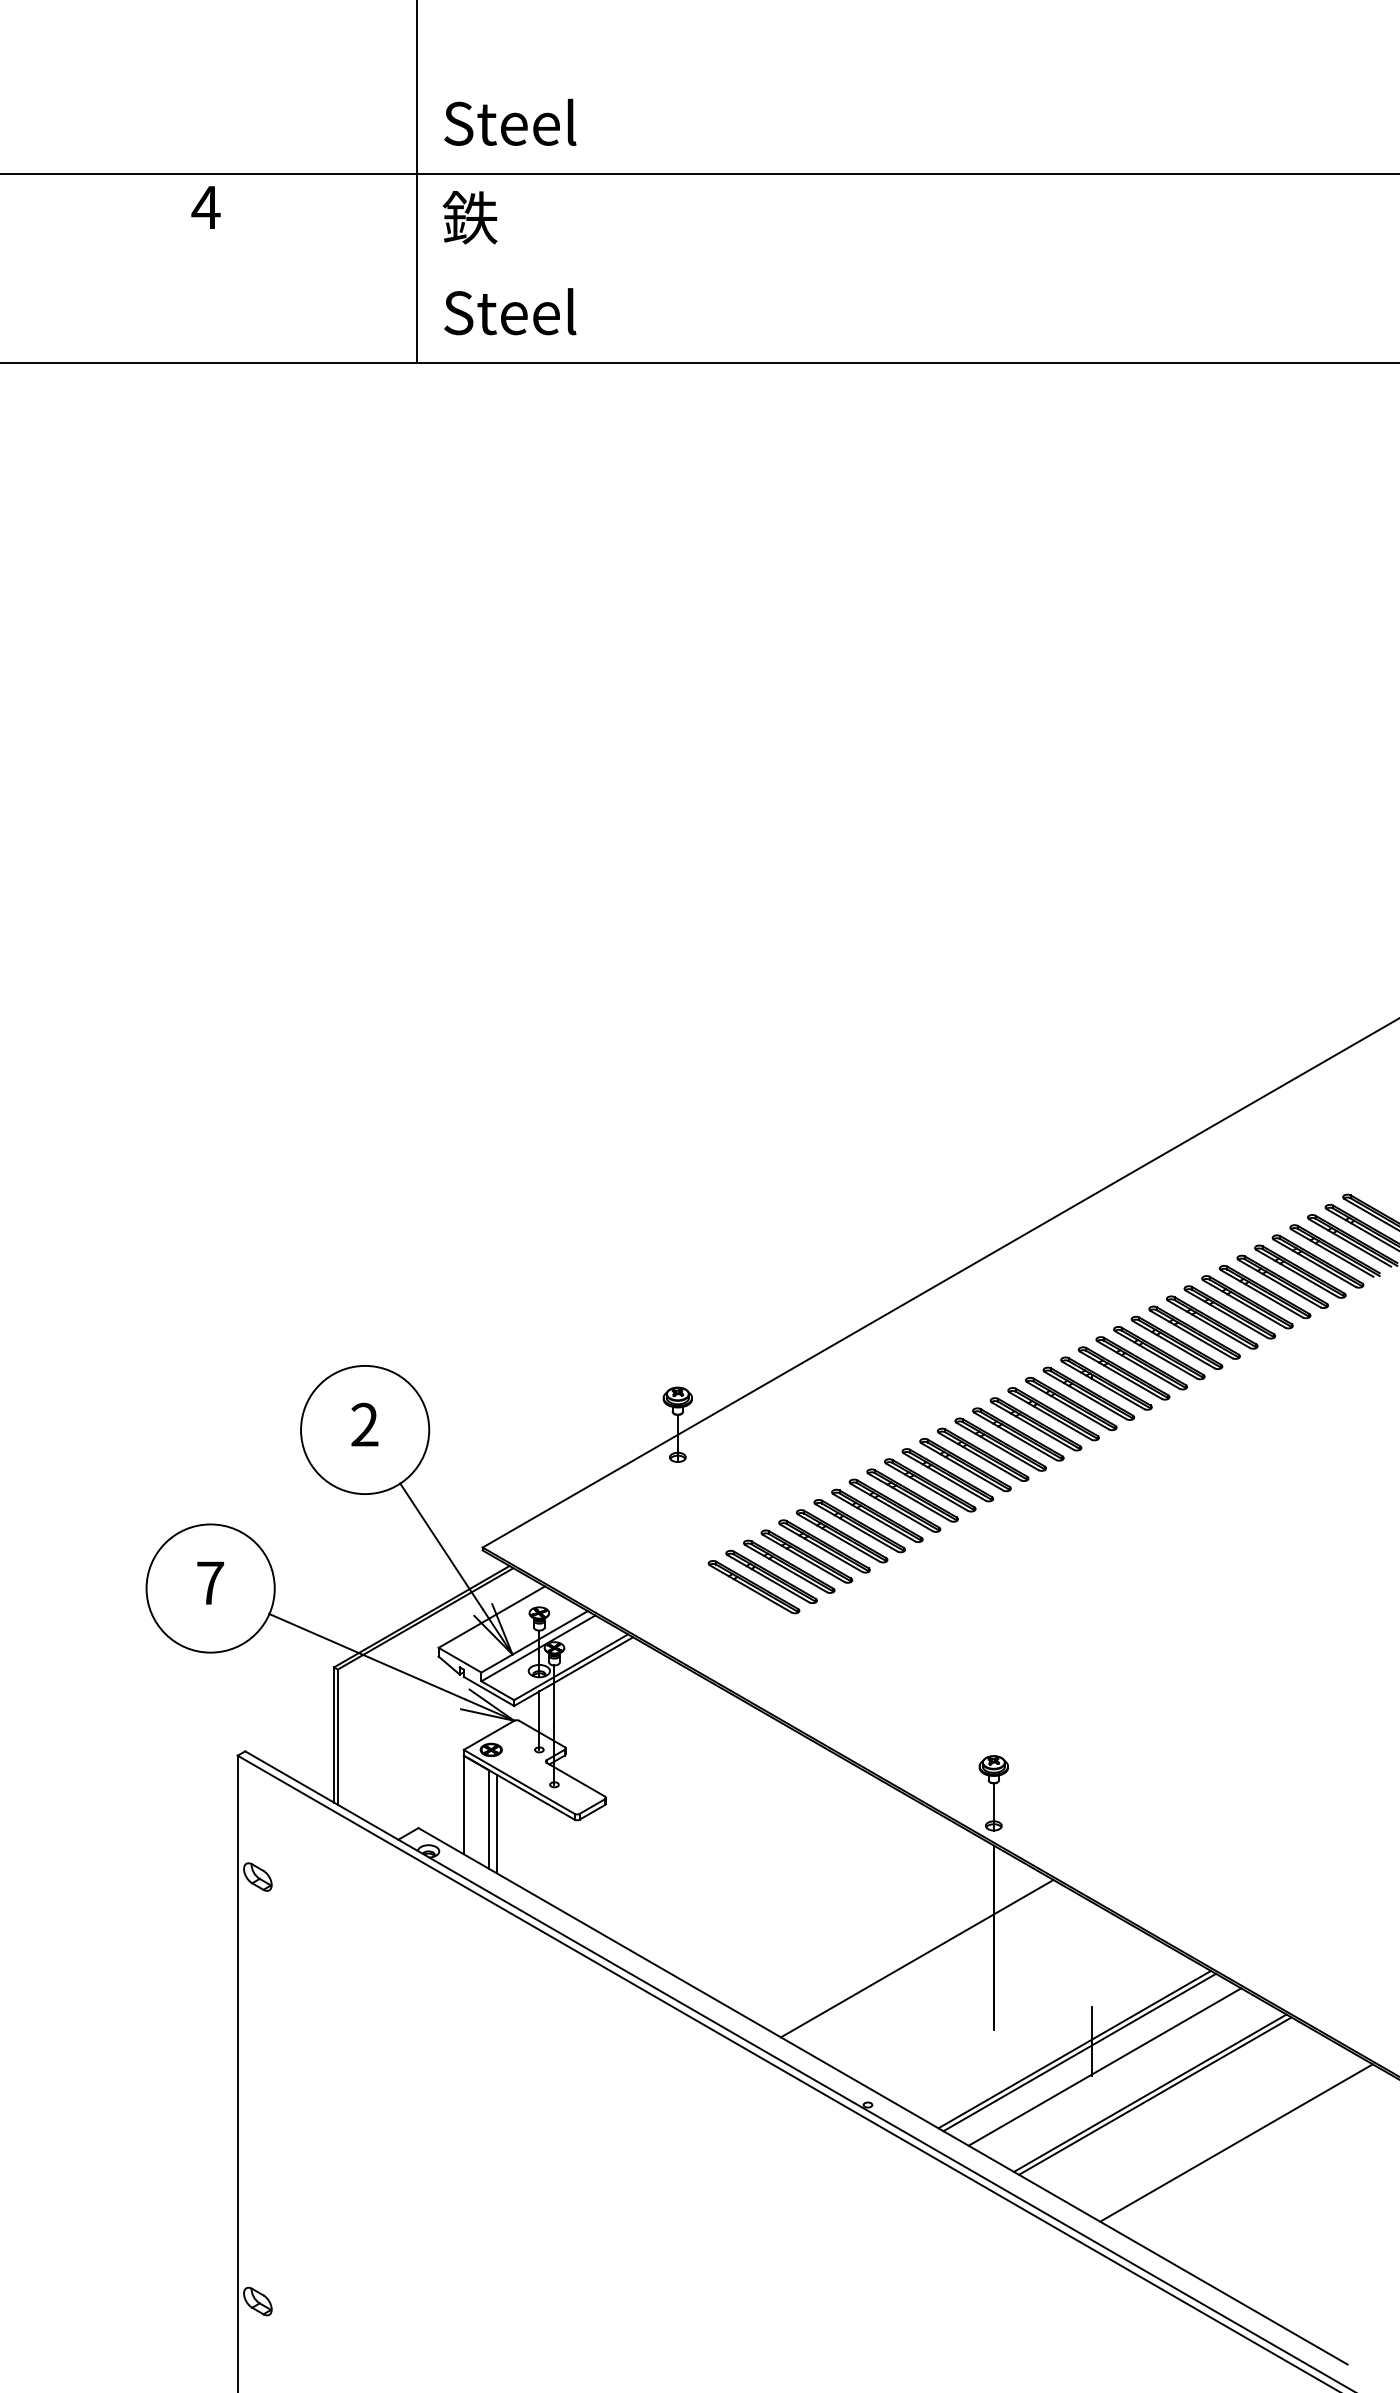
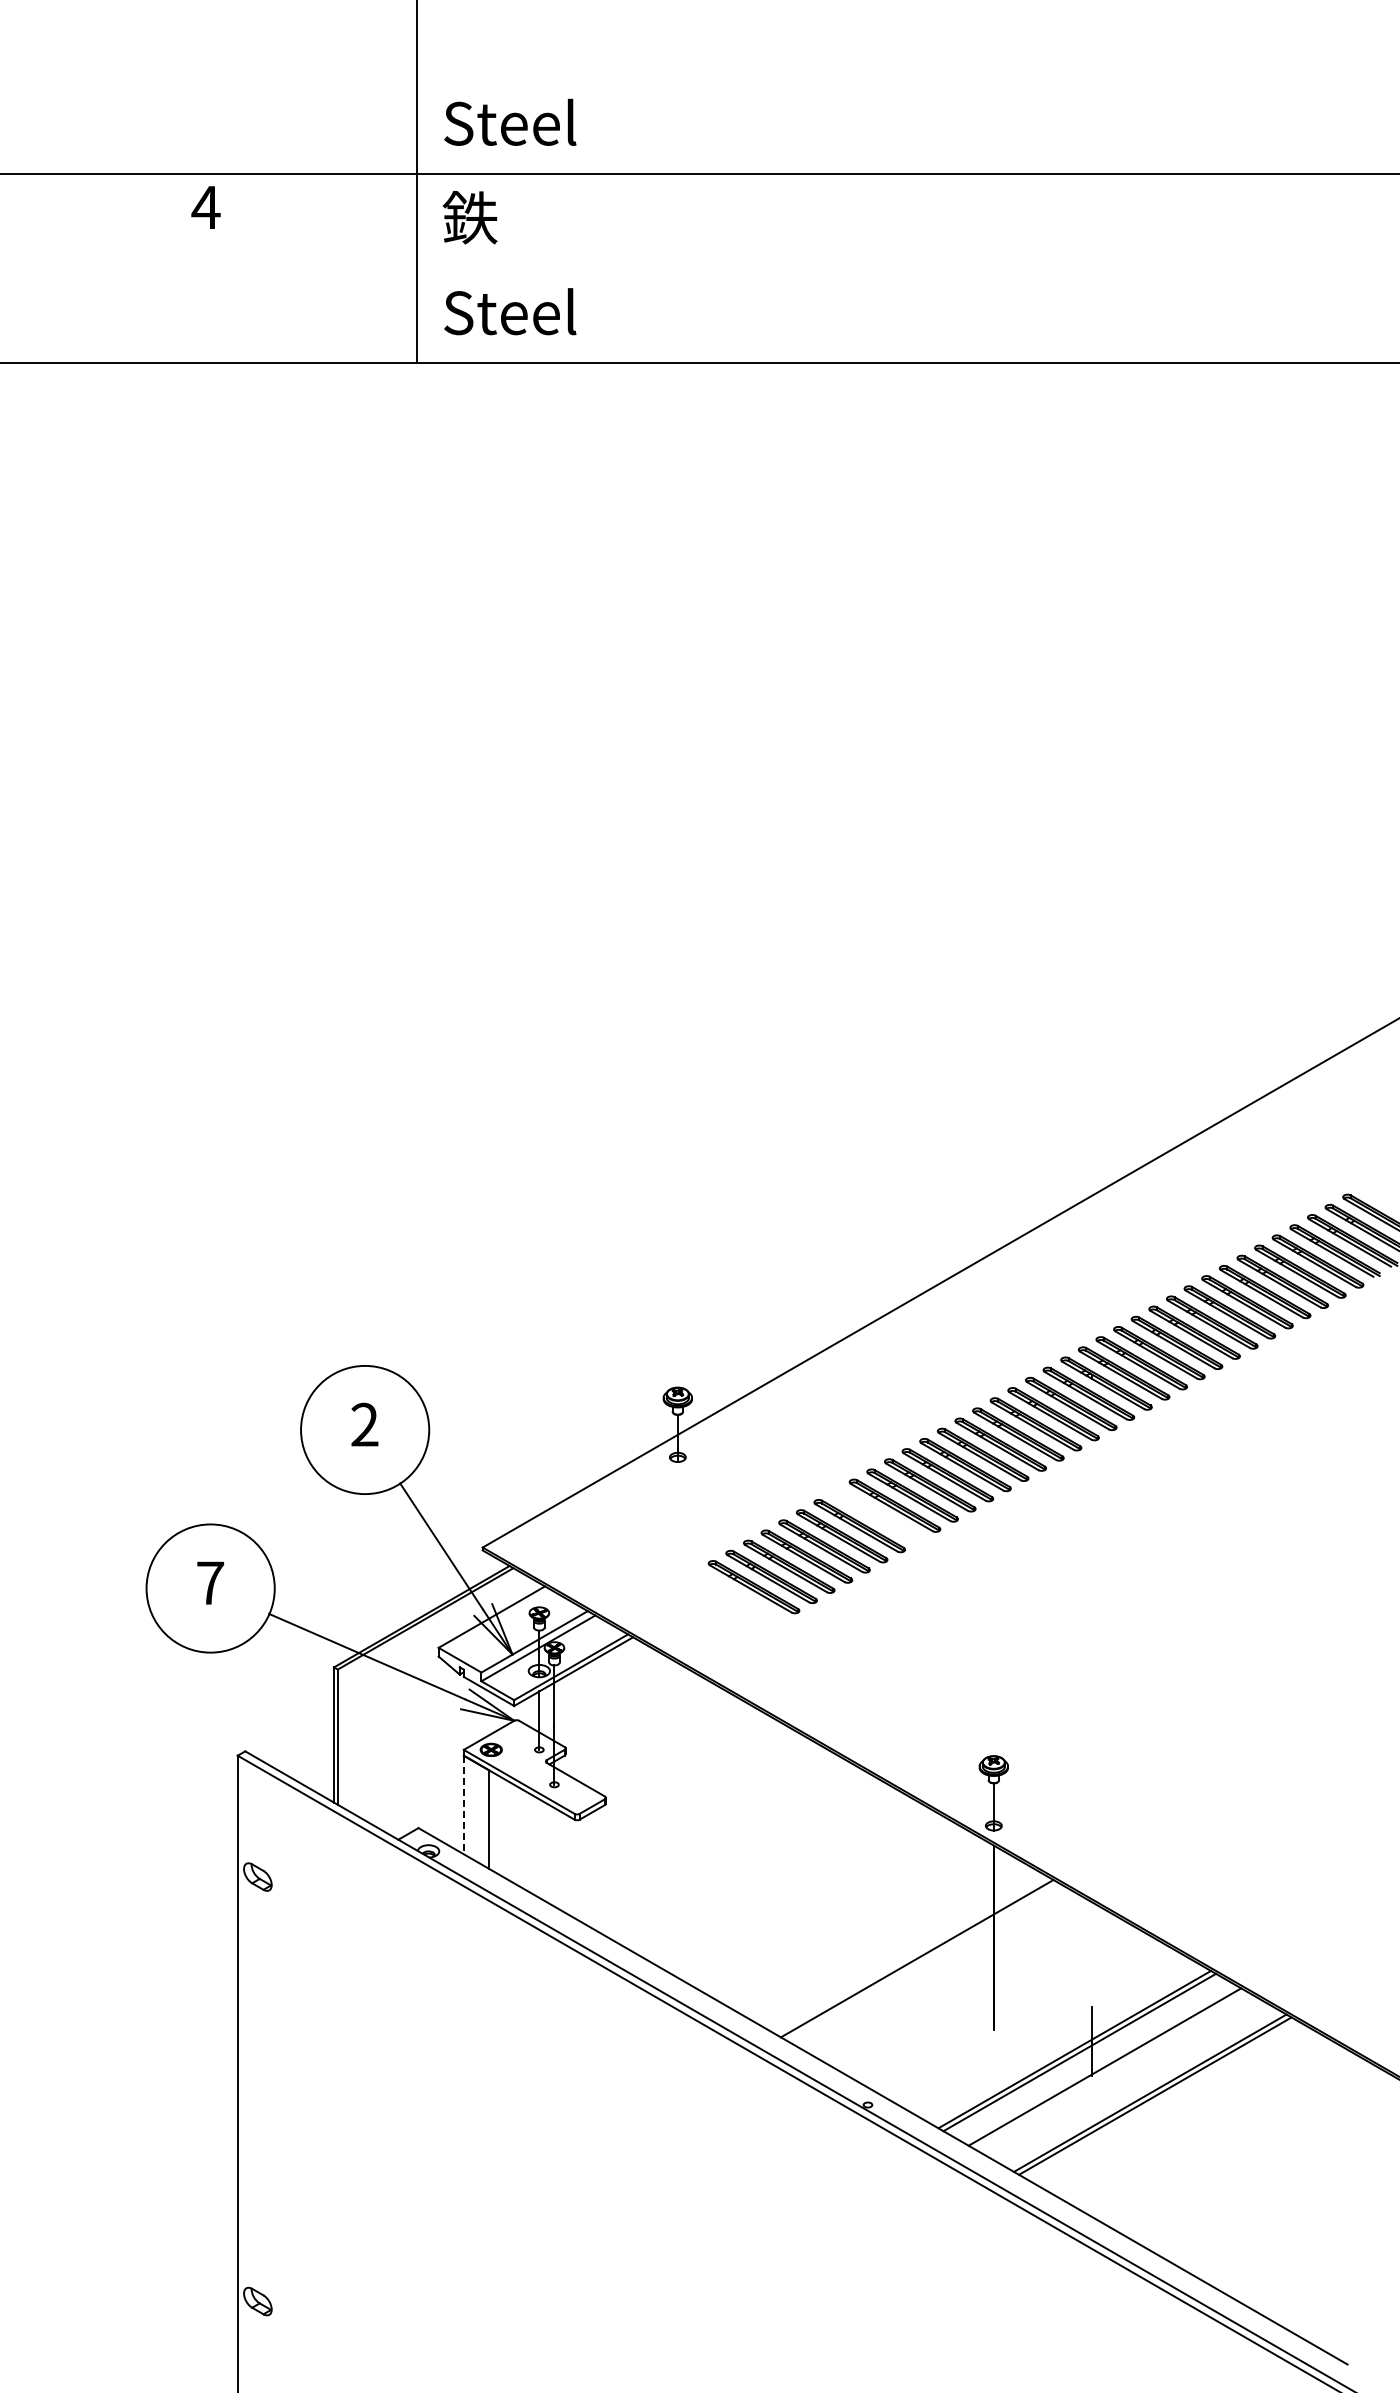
part at (877, 1515): present -> none
line at (463, 1805): solid -> dashed
line at (496, 1823): present -> none
line at (1236, 2142): present -> none
